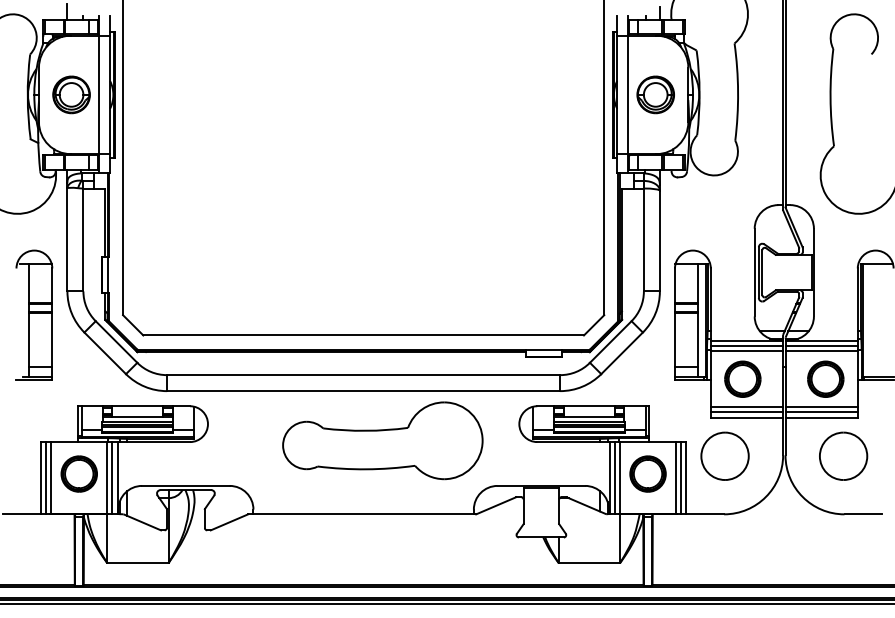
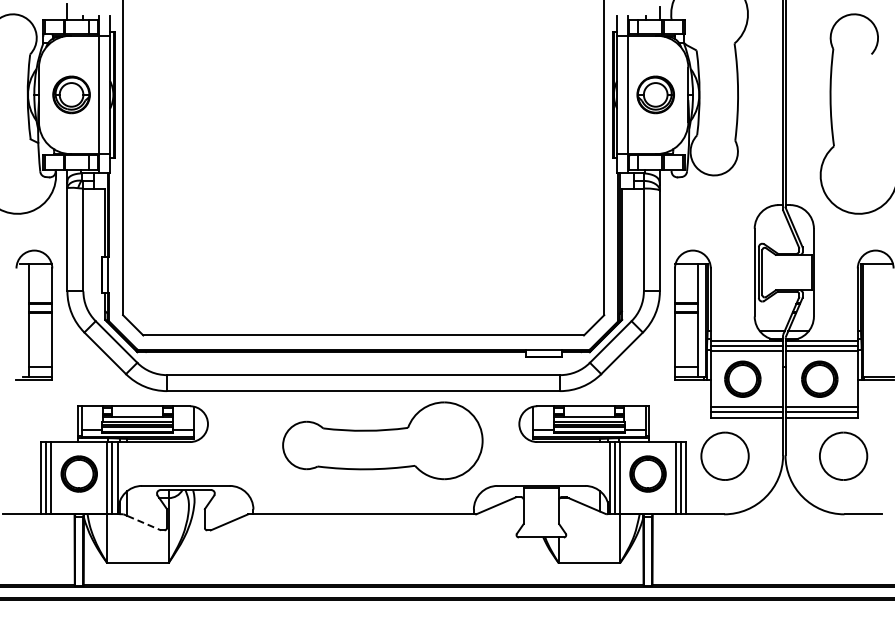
part at (825, 378) position: (825, 378) -> (819, 378)
line at (144, 523): solid -> dashed
line at (446, 604): present -> none
